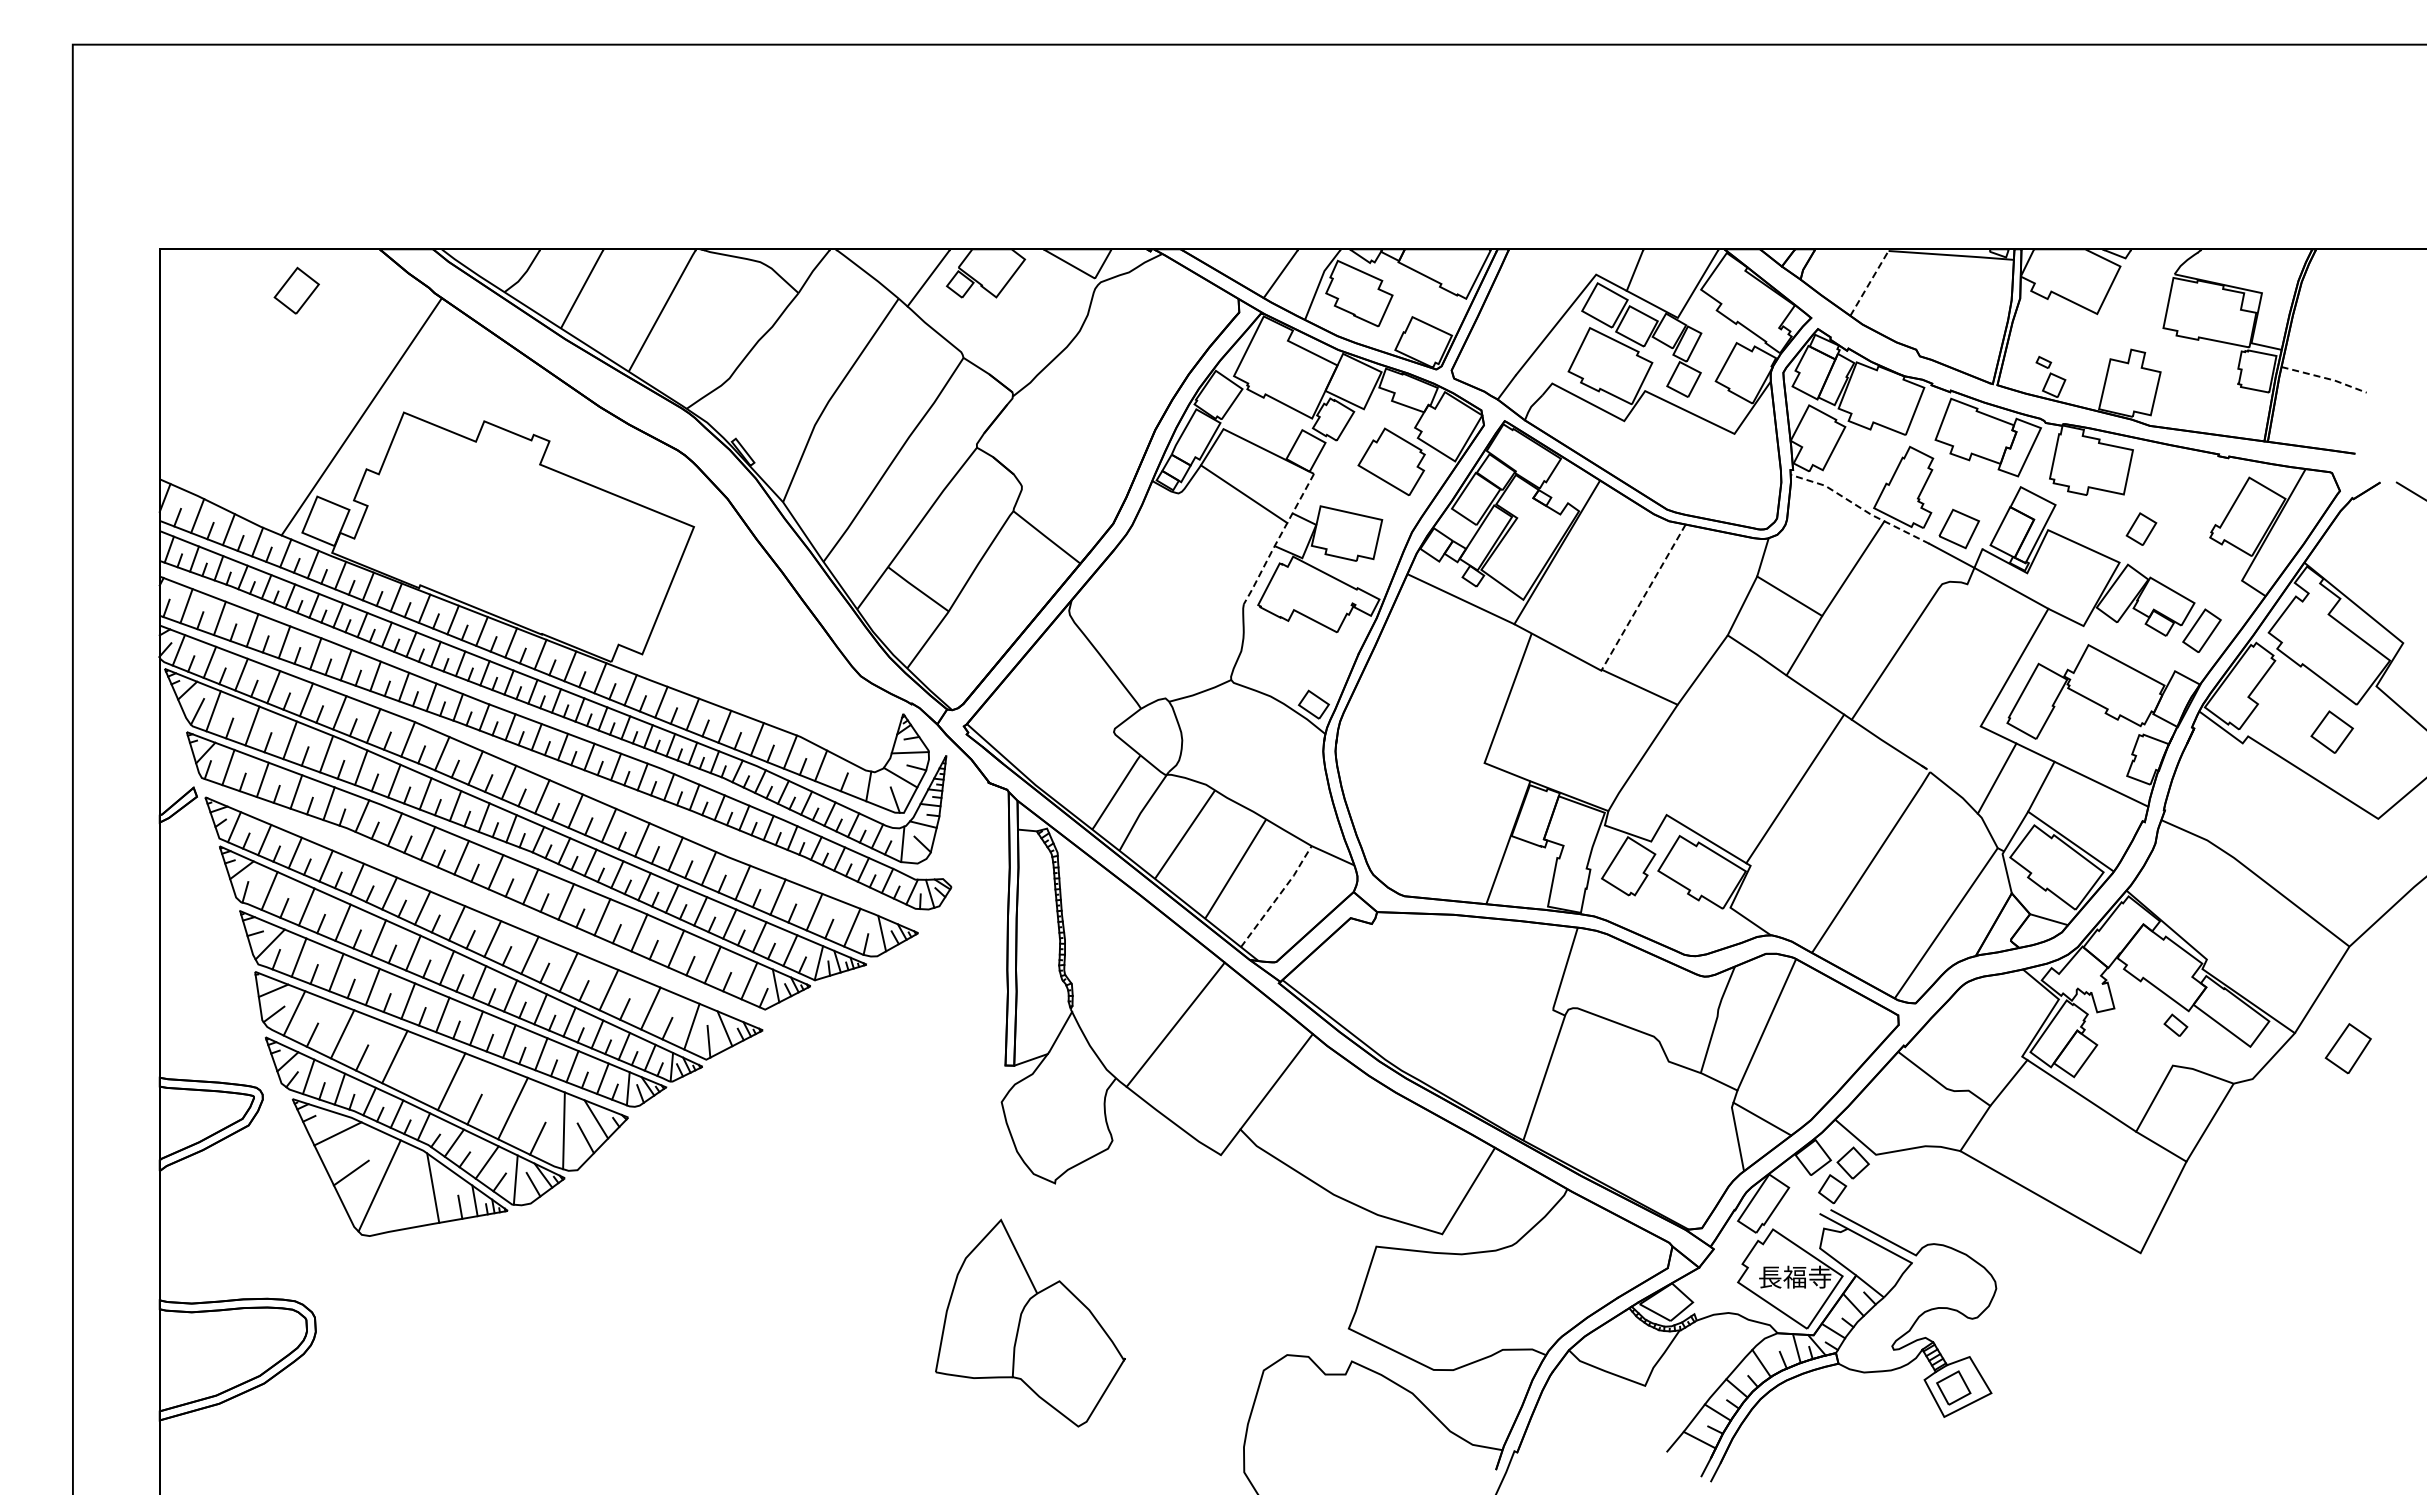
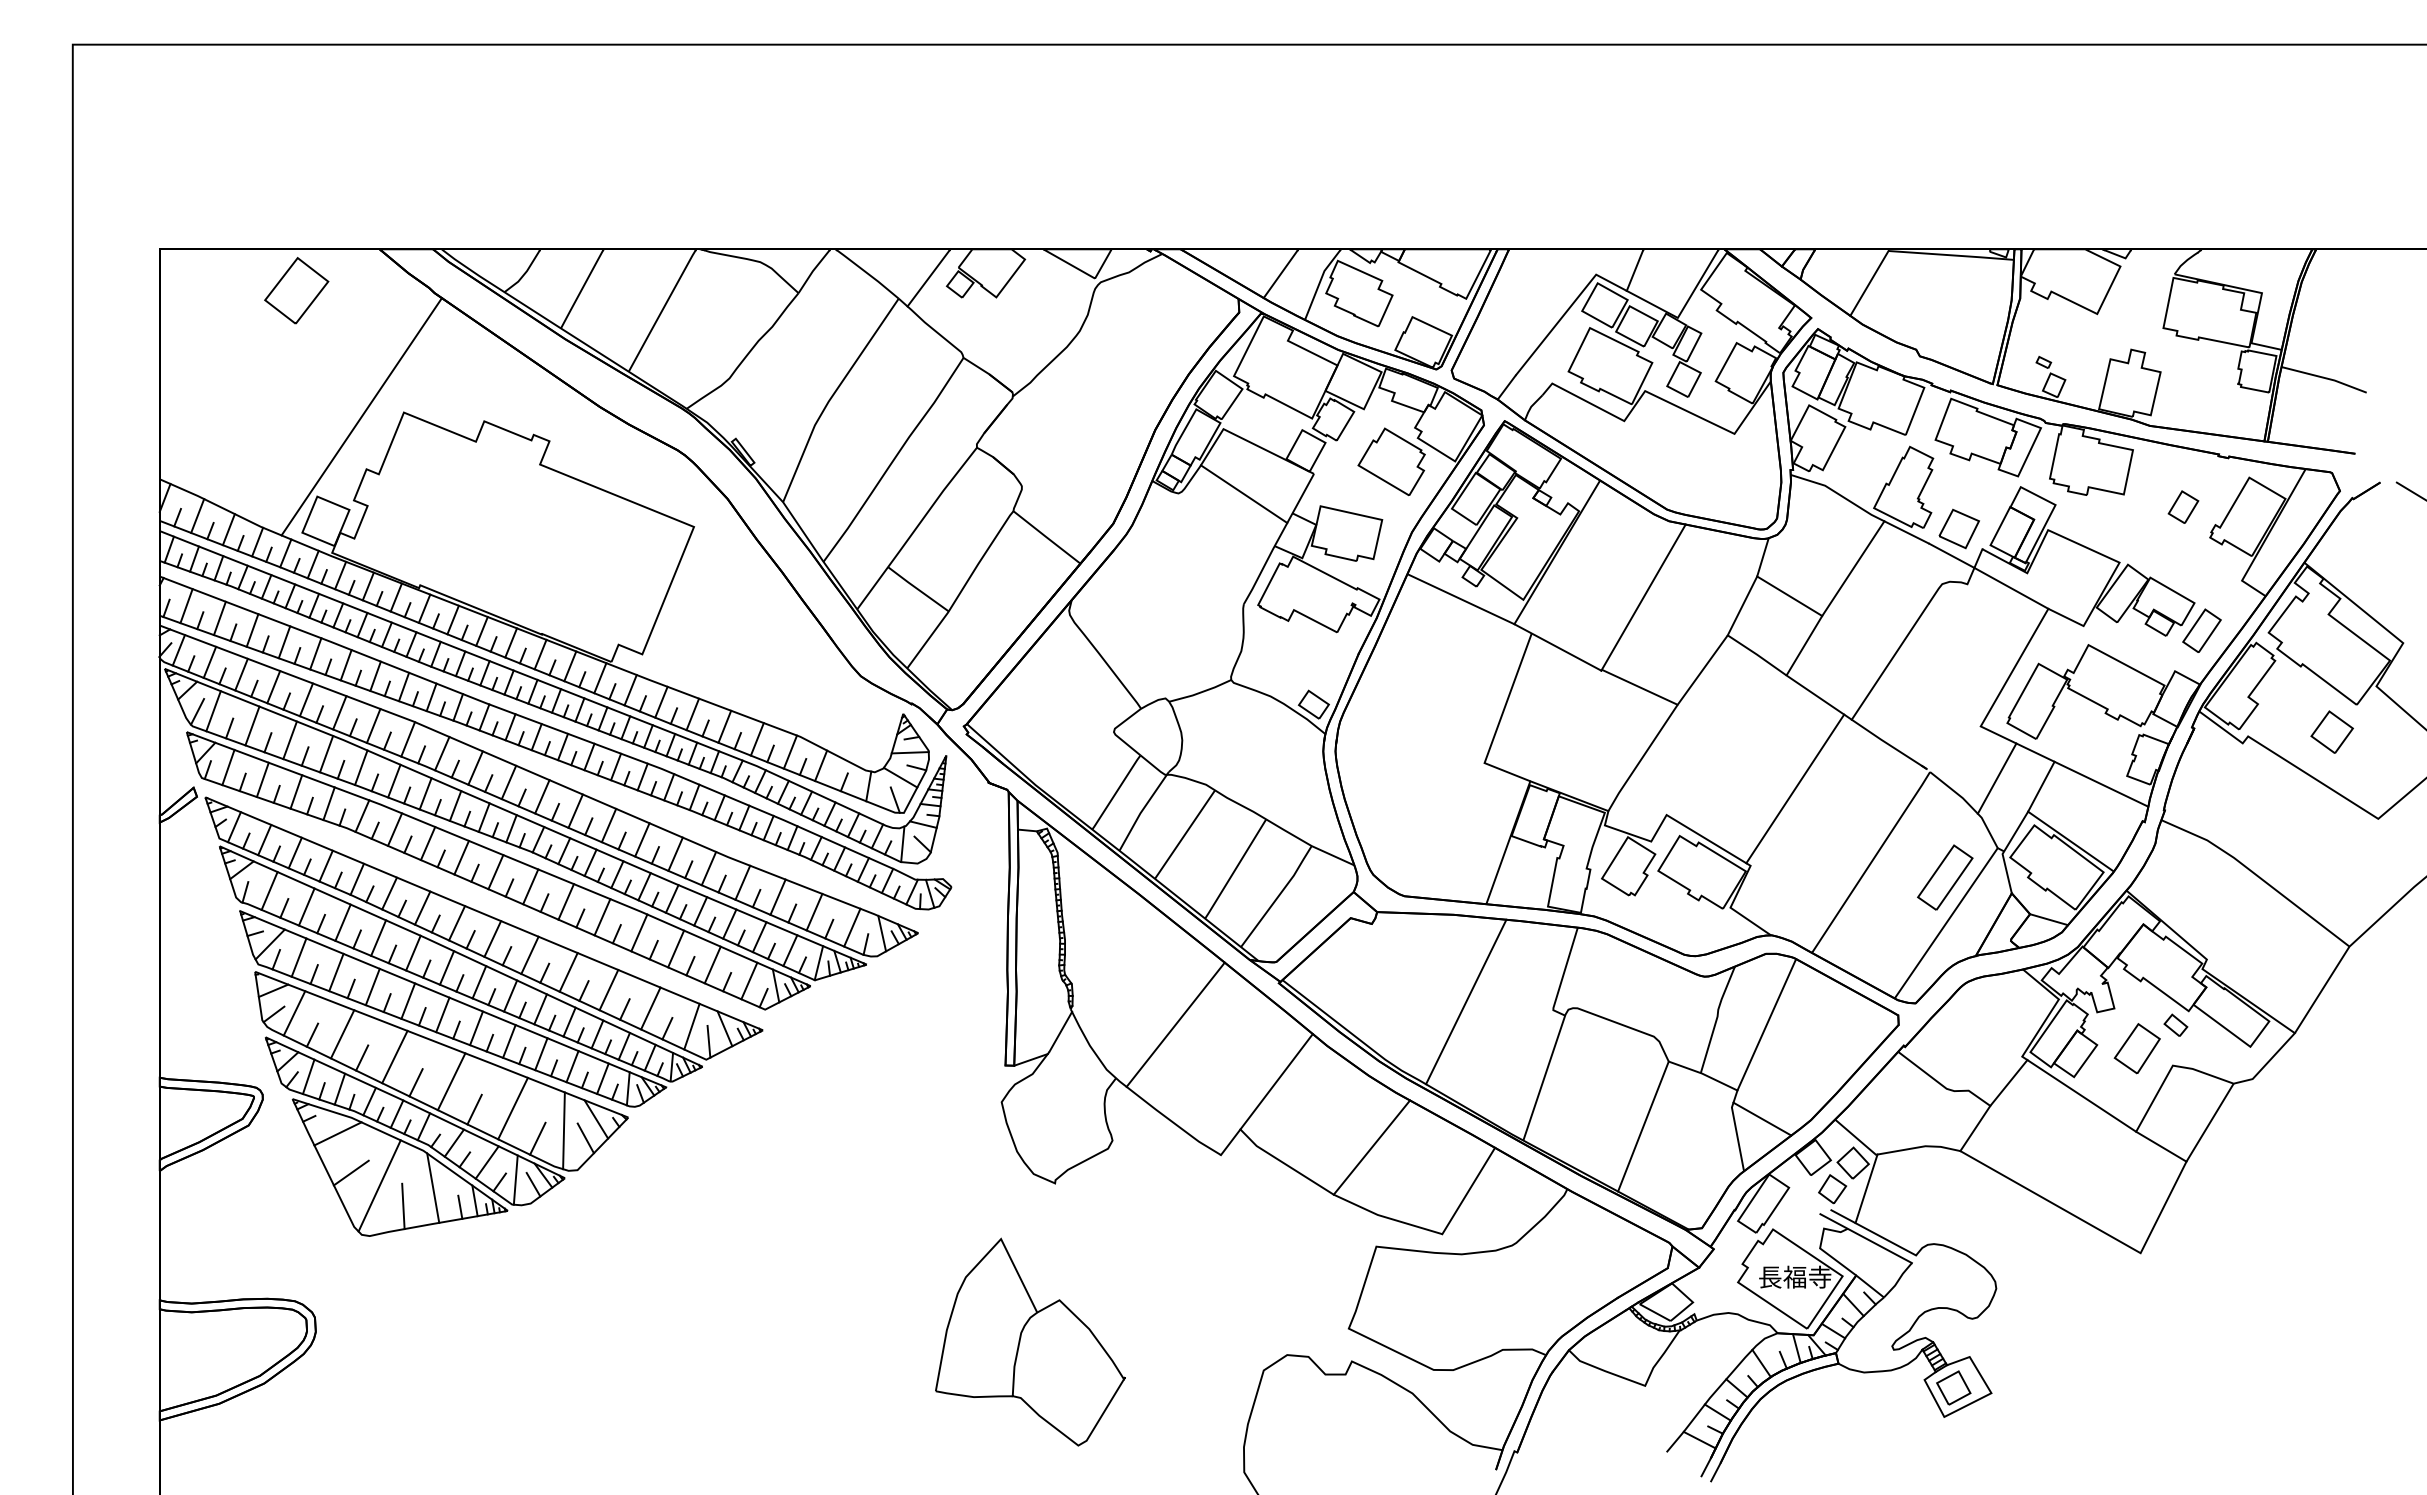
line at (1869, 283): dashed -> solid
part at (296, 290) size: 47x49 px -> 66x68 px
line at (2326, 378): dashed -> solid
line at (1859, 507): dashed -> solid
part at (2141, 528) position: (2141, 528) -> (2183, 506)
line at (1277, 540): dashed -> solid
line at (1643, 598): dashed -> solid
part at (1945, 877): none -> present
line at (1278, 896): dashed -> solid
line at (1466, 1001): none -> present
part at (2347, 1048) position: (2347, 1048) -> (2136, 1048)
line at (415, 1082): none -> present
line at (1643, 1126): none -> present
line at (1371, 1147): none -> present
line at (1866, 1188): none -> present
line at (403, 1206): none -> present
part at (1030, 1322) position: (1030, 1322) -> (1030, 1341)
